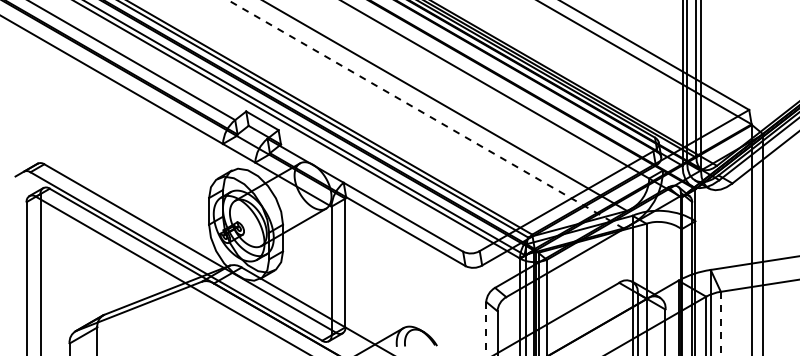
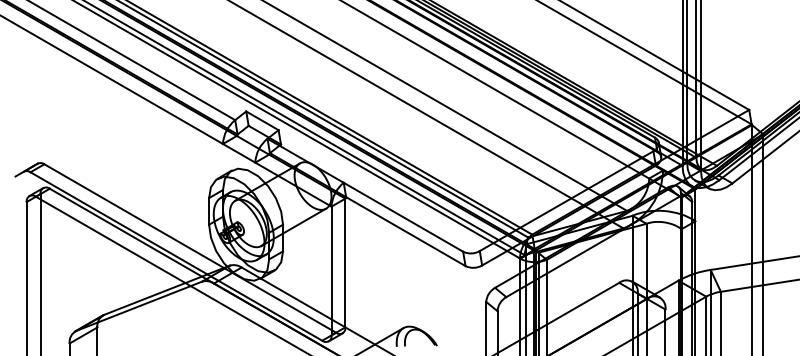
line at (426, 114): dashed -> solid
line at (720, 323): dashed -> solid
line at (486, 328): dashed -> solid
